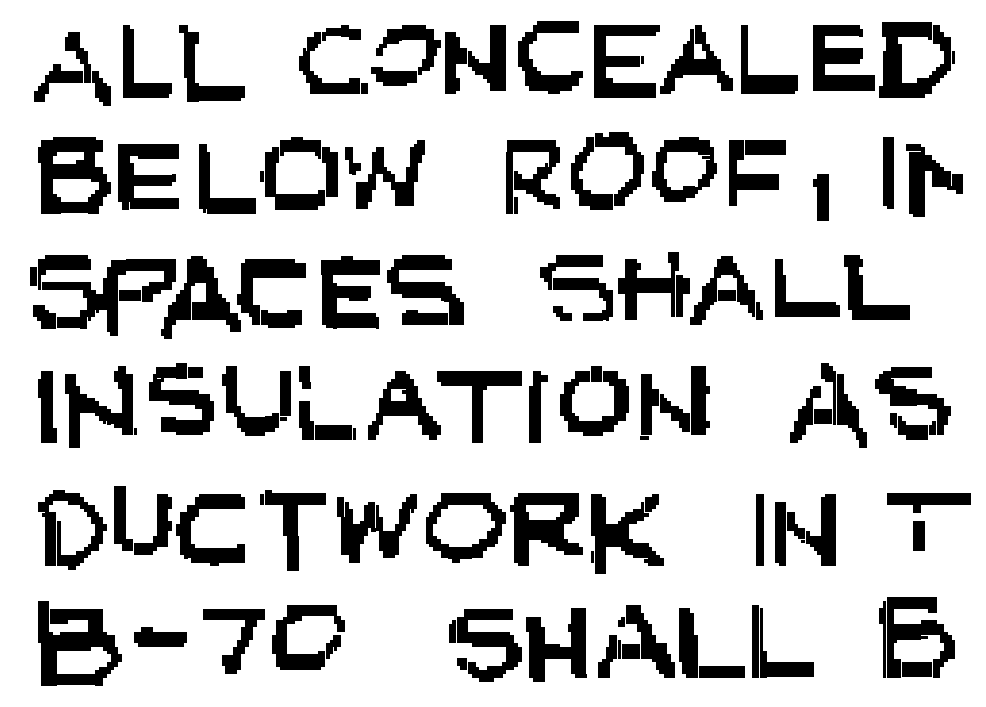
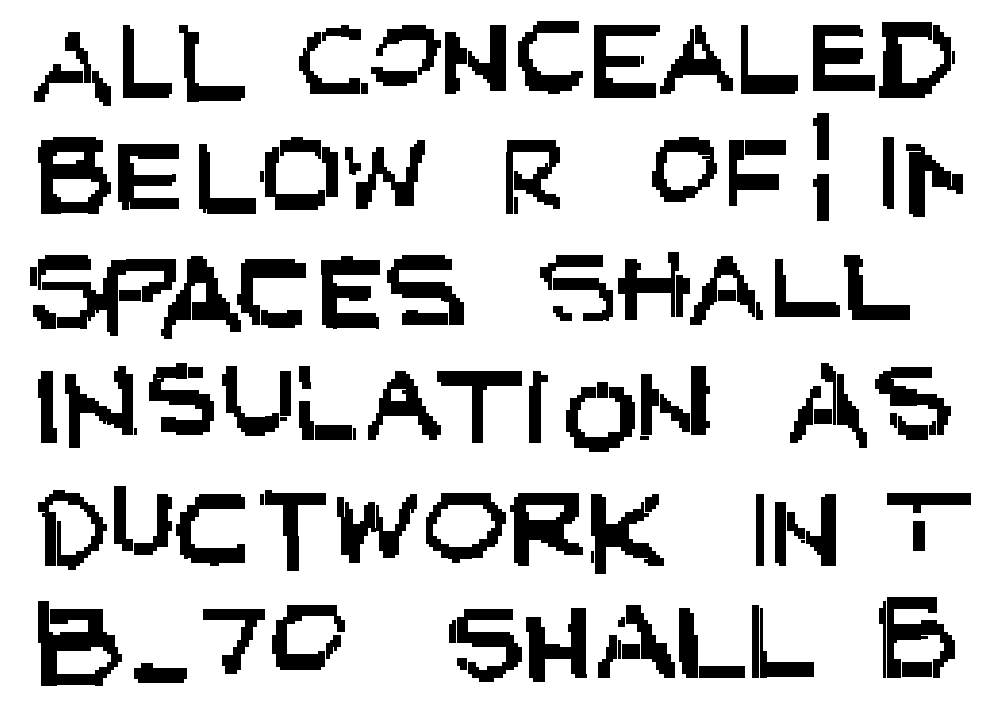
part at (820, 136): none -> present
part at (625, 182): present -> none
part at (602, 416) position: (602, 416) -> (608, 432)
part at (160, 636) position: (160, 636) -> (160, 672)
